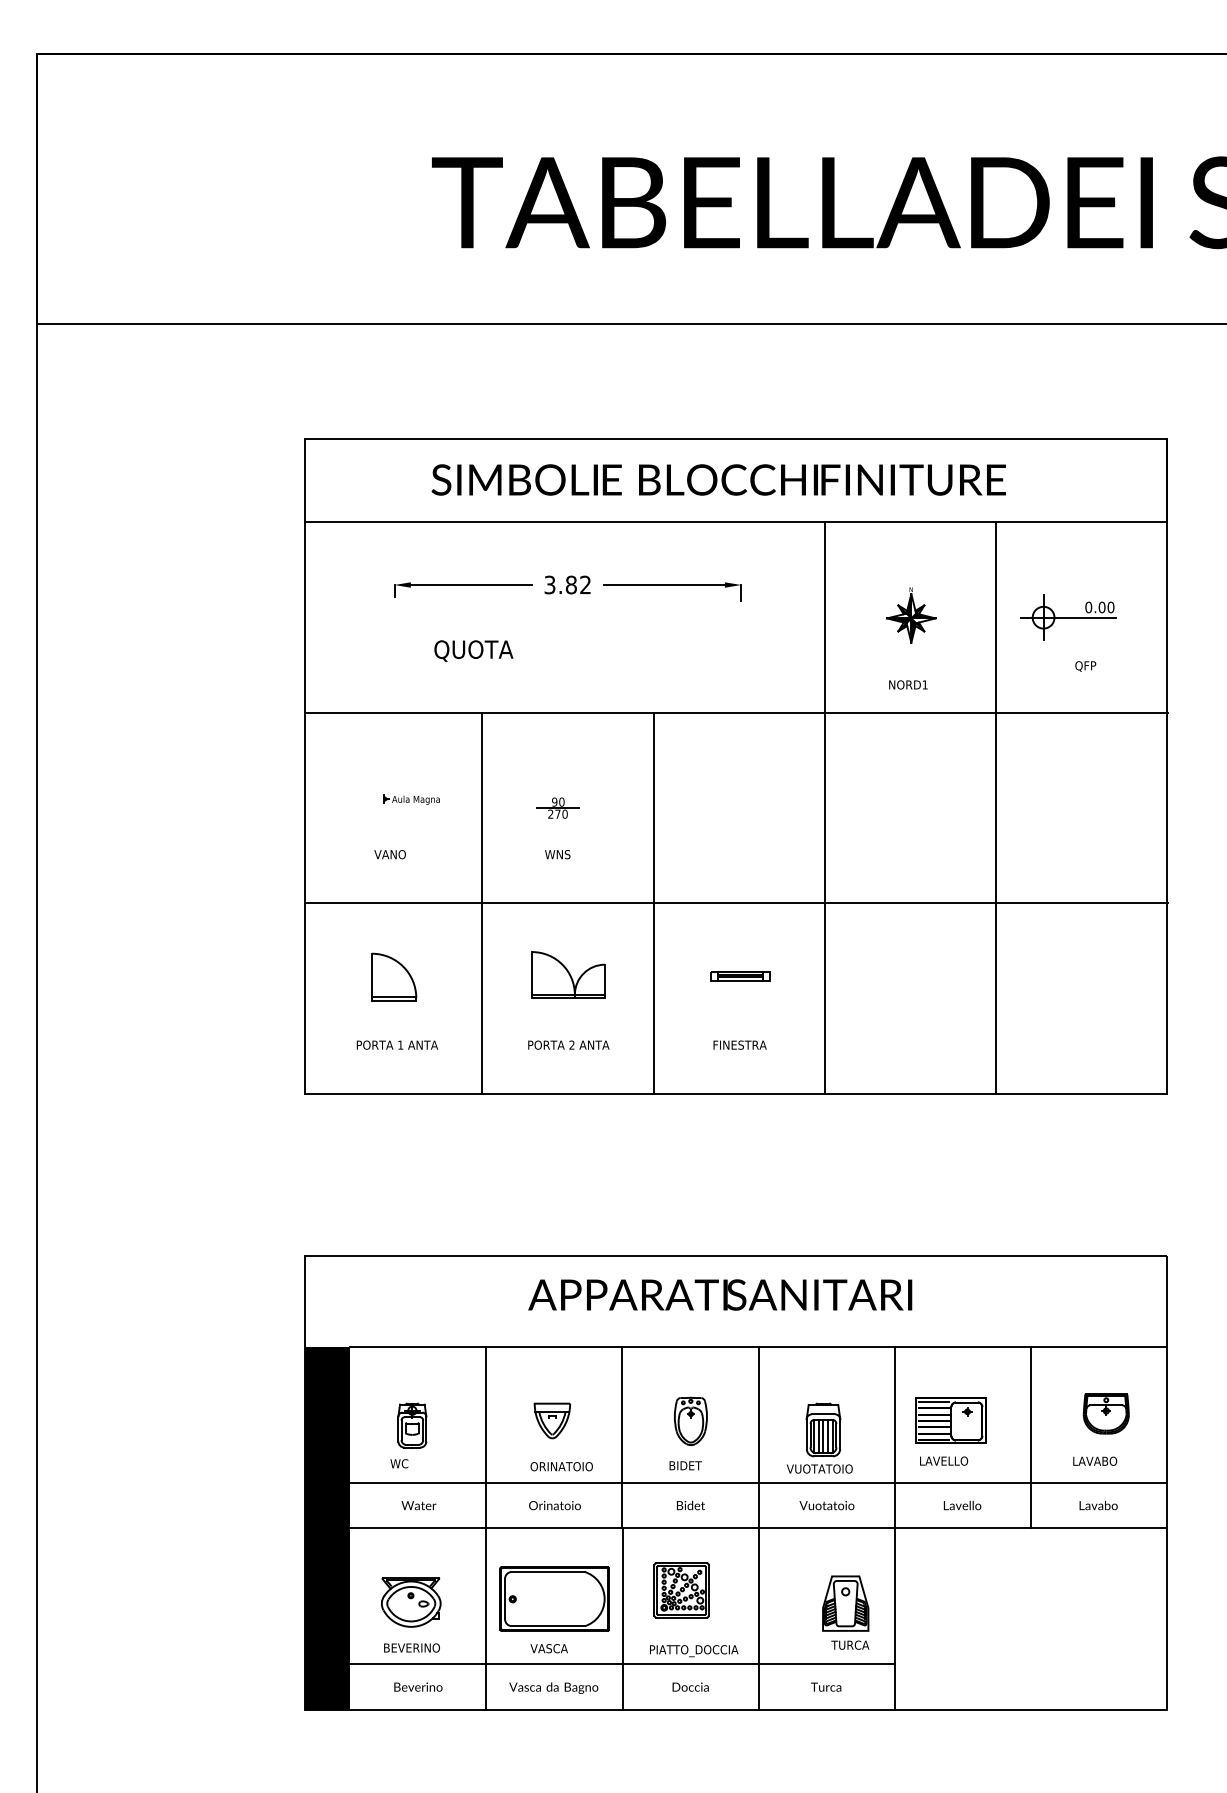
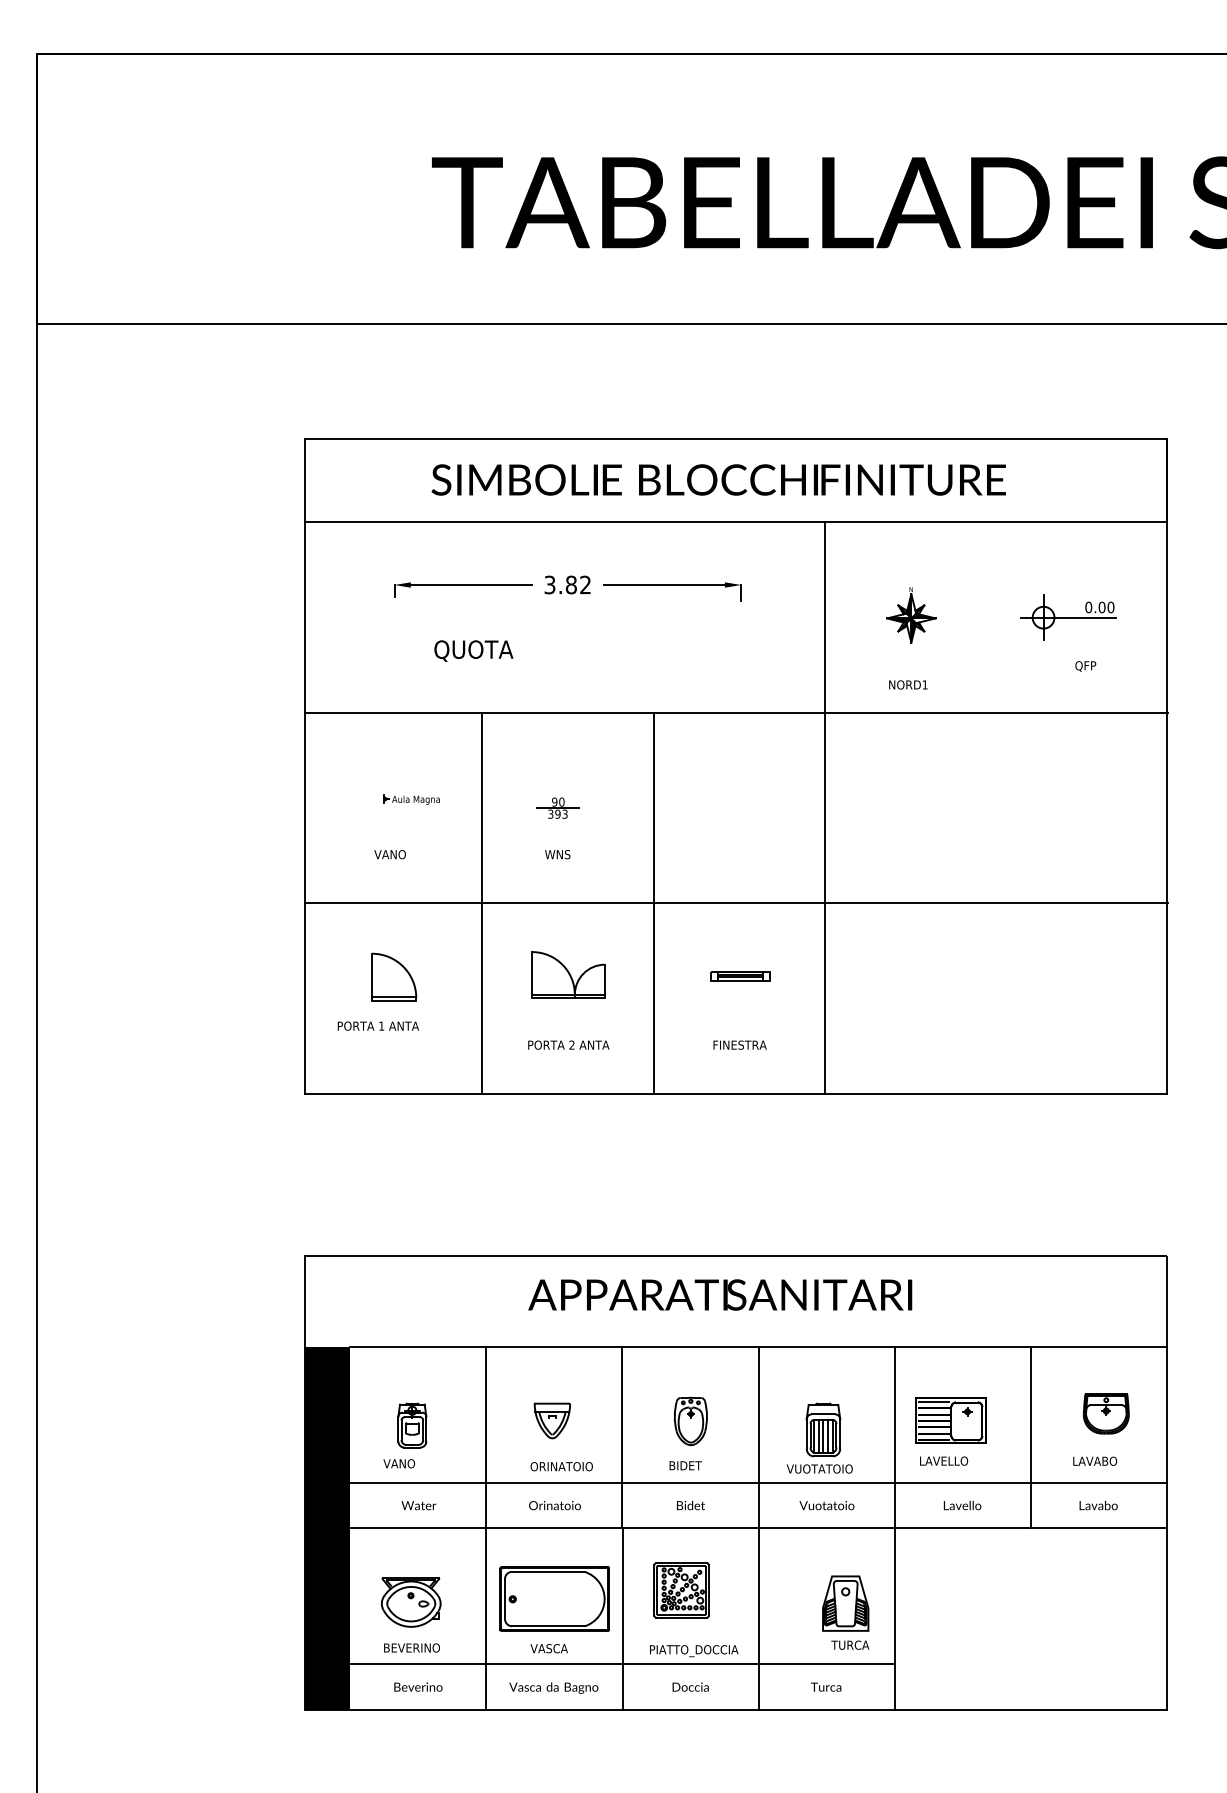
line at (996, 807): present -> none
text at (557, 813): 270 -> 393
text at (396, 1044) position: (396, 1044) -> (377, 1025)
text at (399, 1463): WC -> VANO
